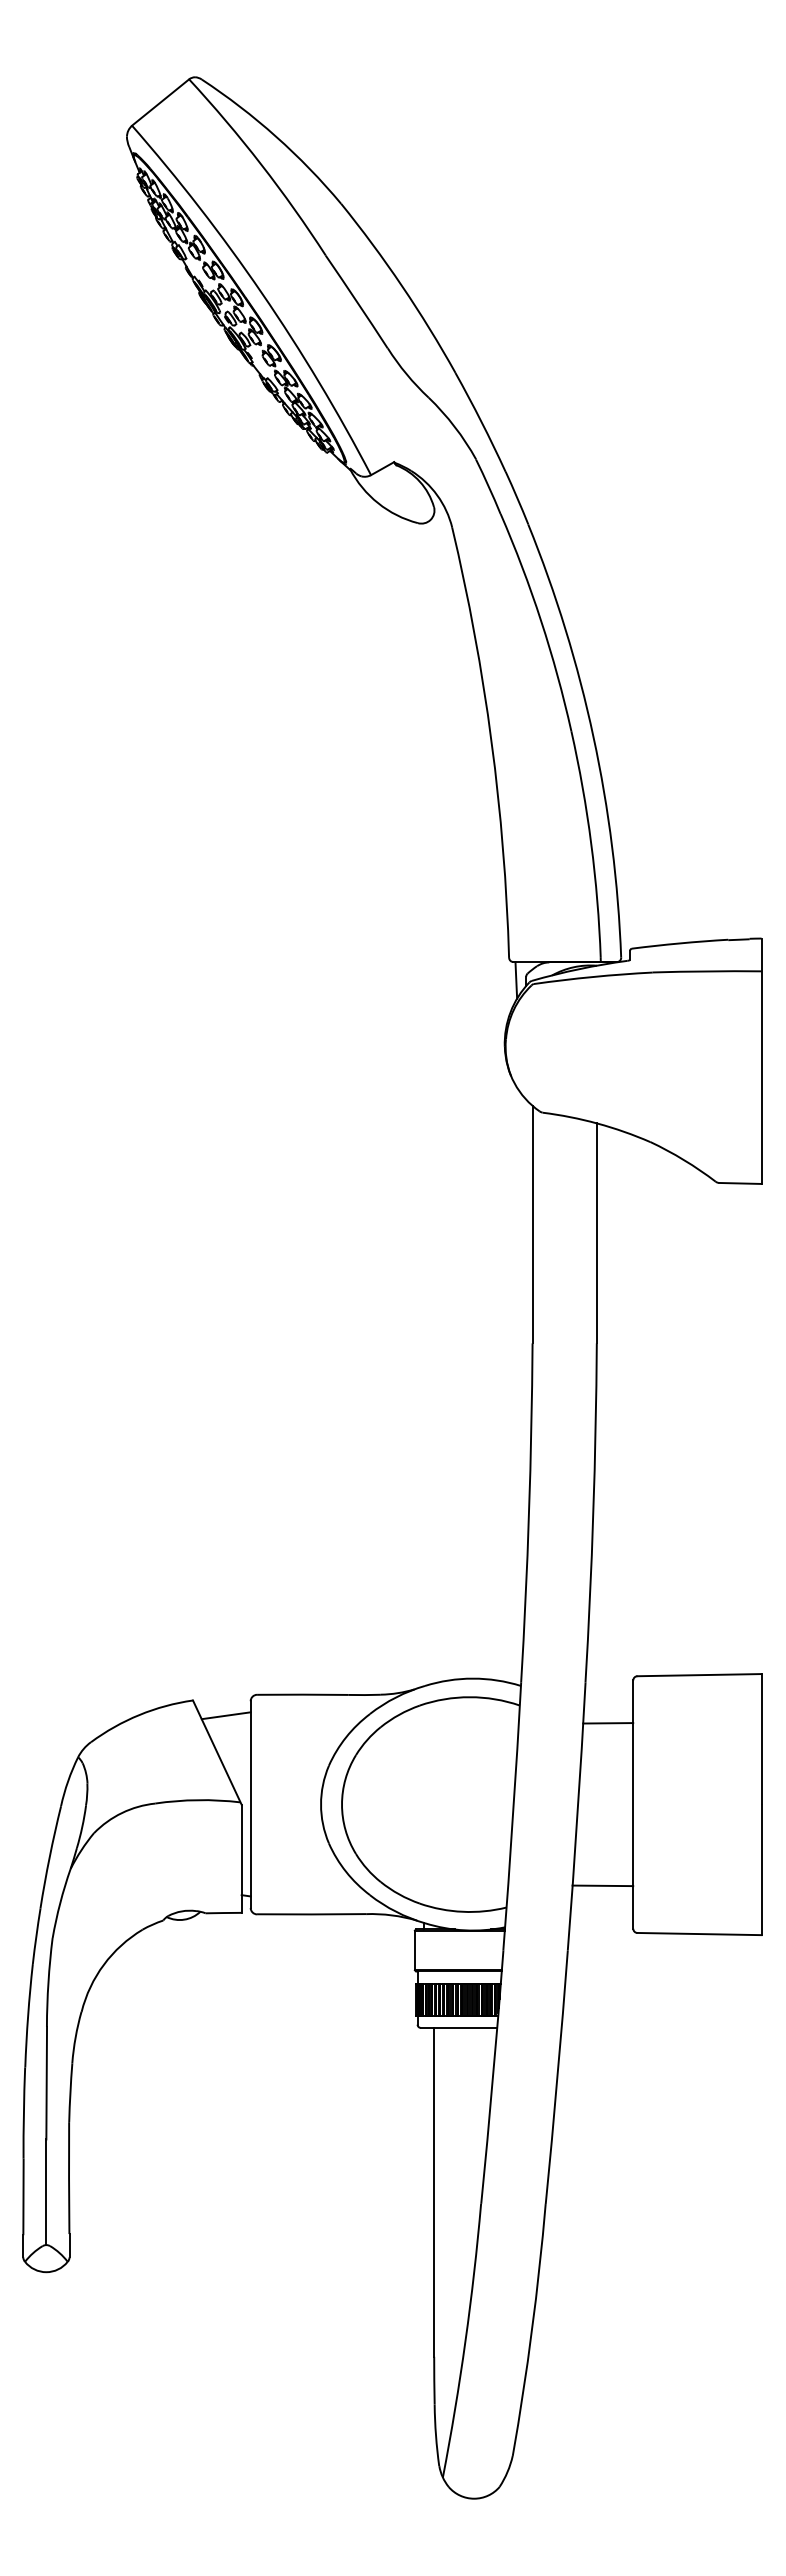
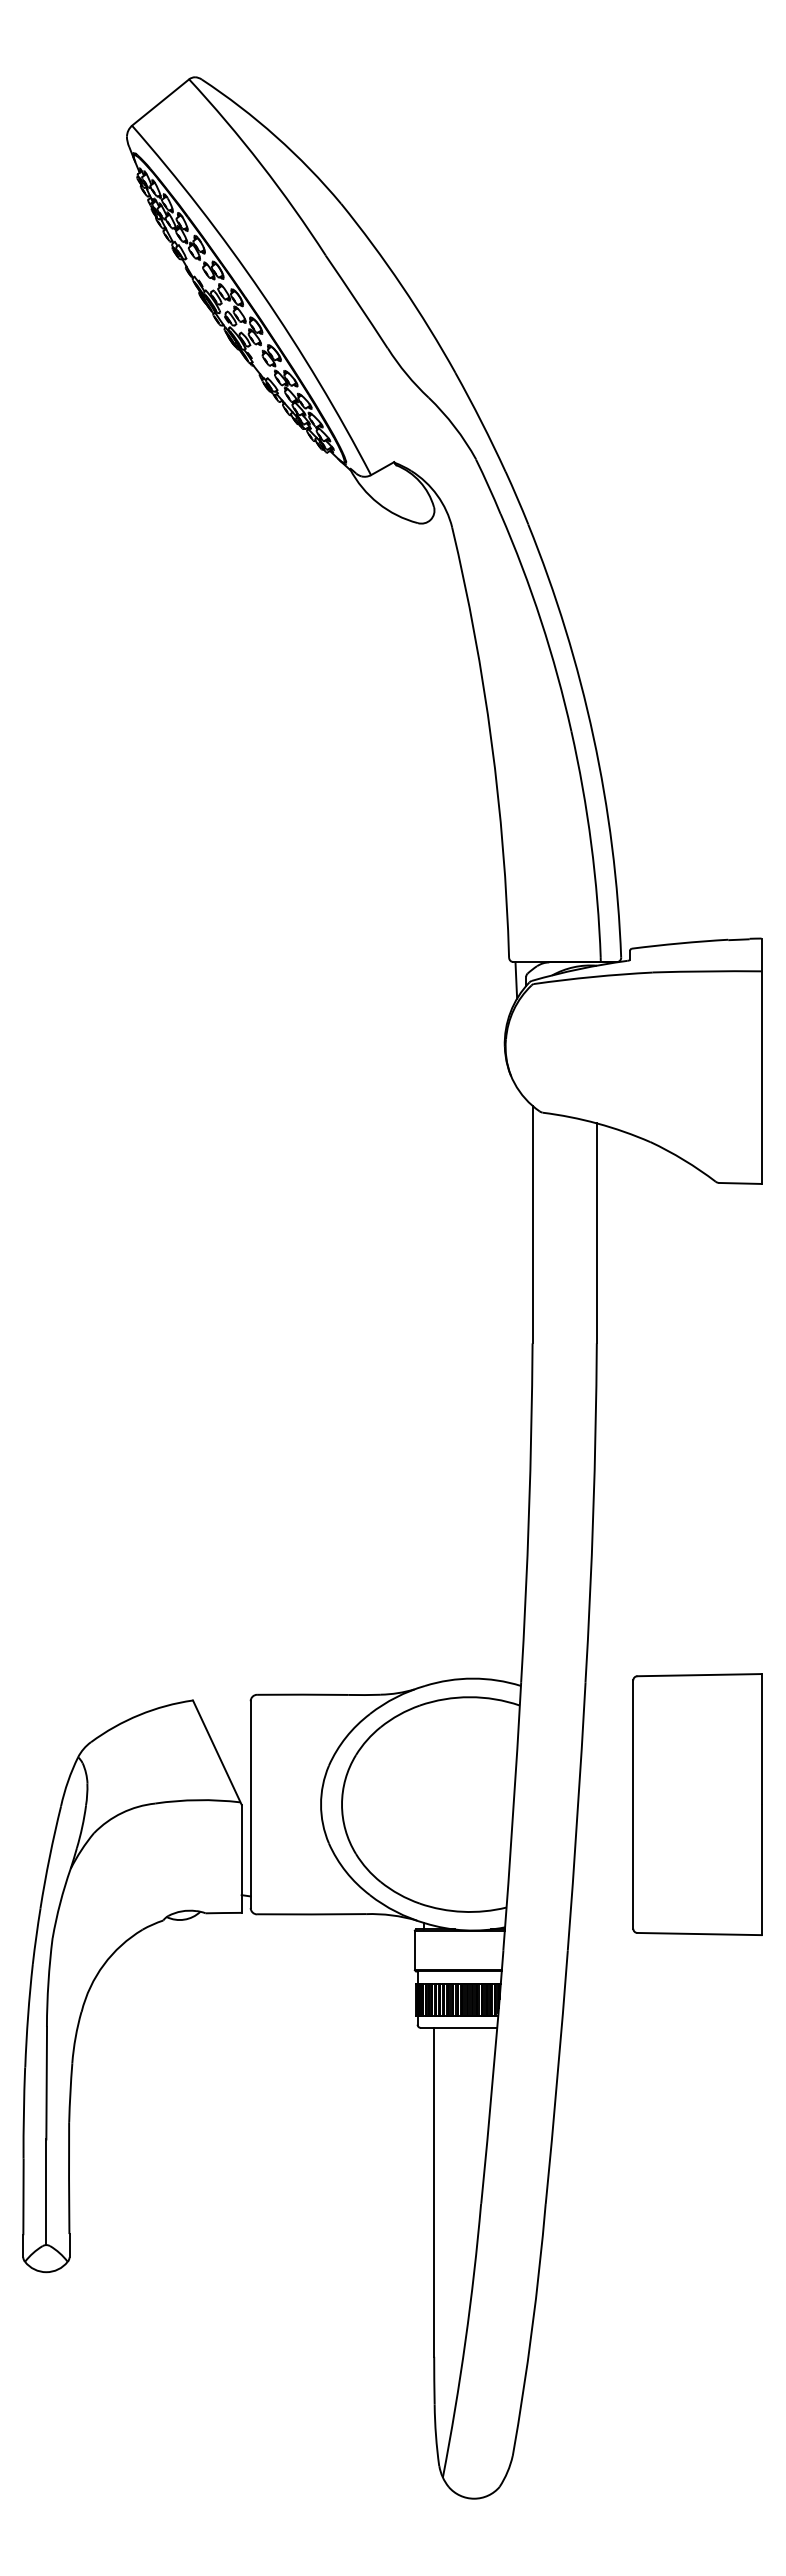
line at (225, 1715): present -> none
line at (608, 1723): present -> none
line at (602, 1885): present -> none
